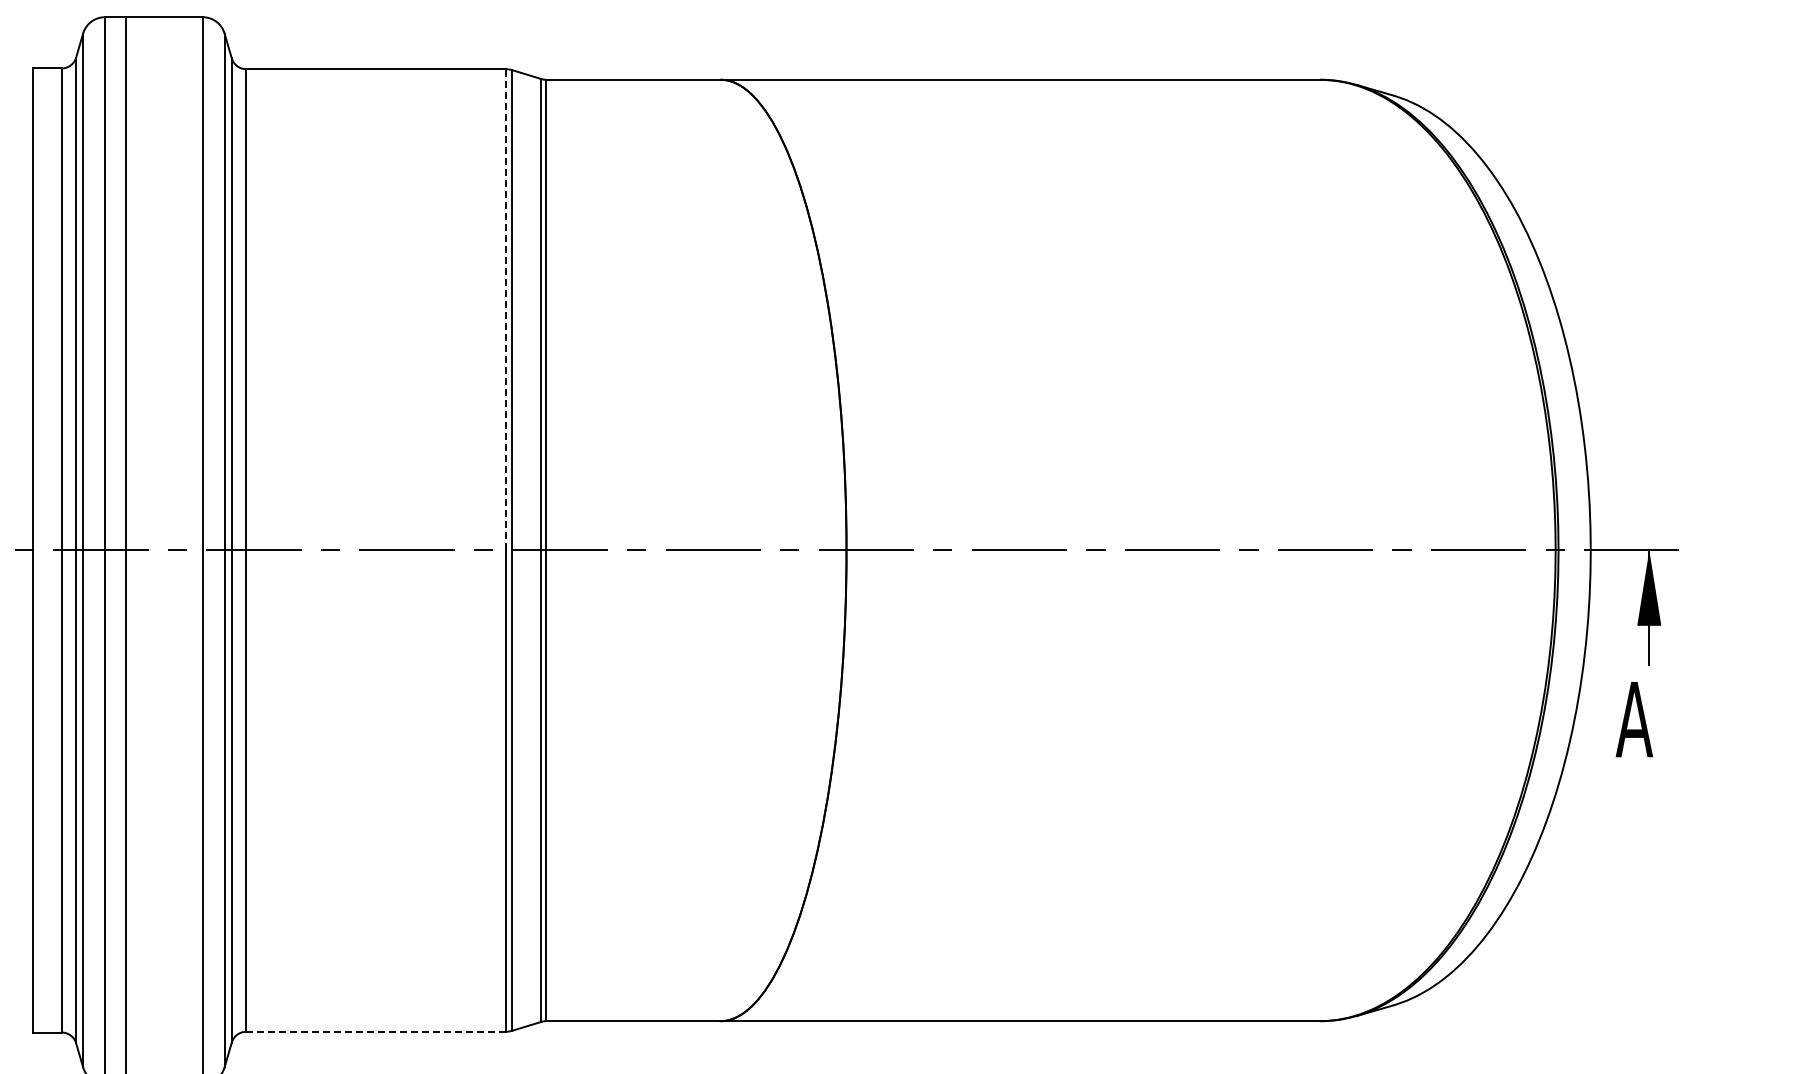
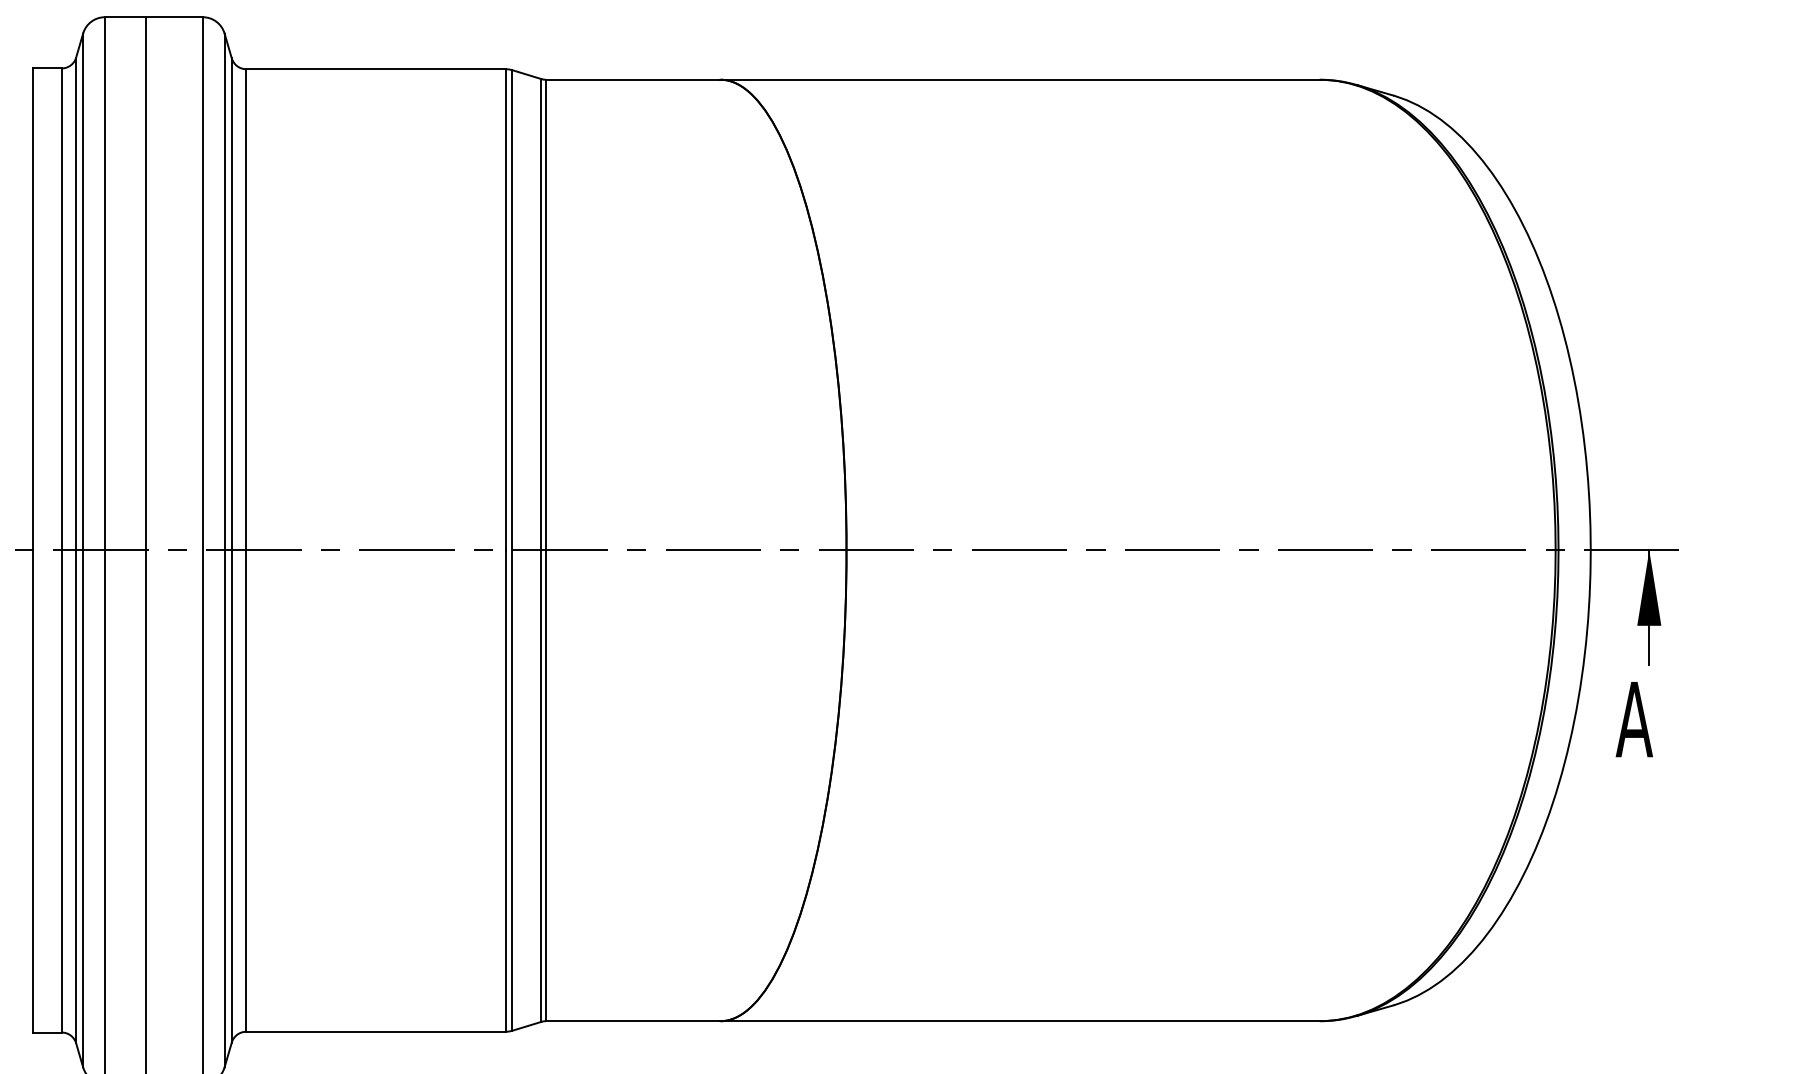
line at (505, 309): dashed -> solid
line at (126, 543) position: (126, 543) -> (146, 543)
line at (376, 1031): dashed -> solid
